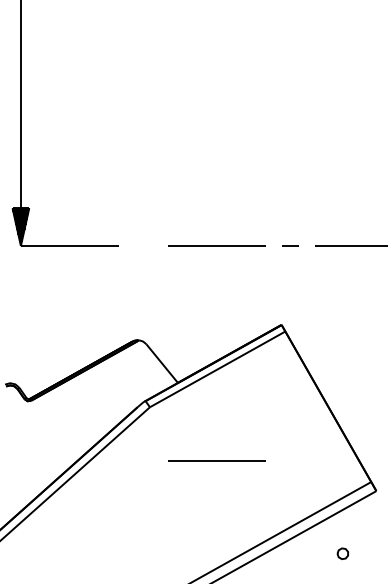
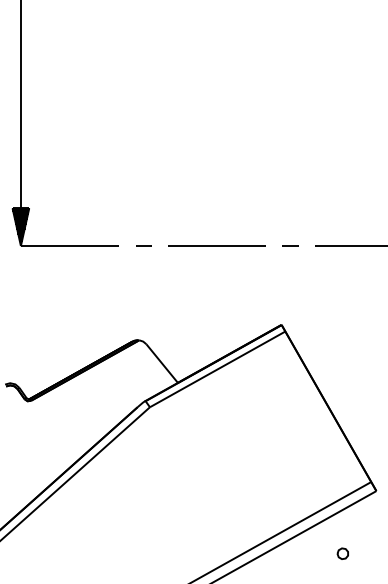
line at (143, 245): none -> present
line at (216, 460): present -> none
